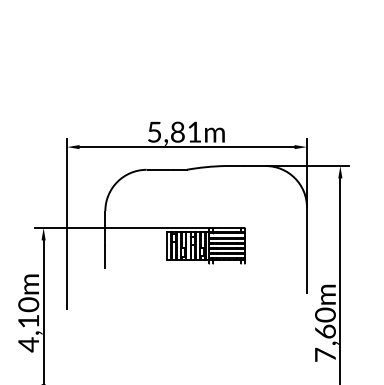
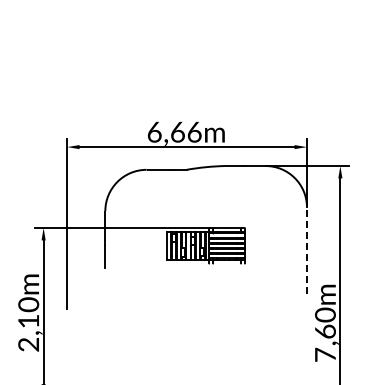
text at (174, 131): 5,81m -> 6,66m
line at (306, 250): solid -> dashed
text at (28, 344): 4,10m -> 2,10m
